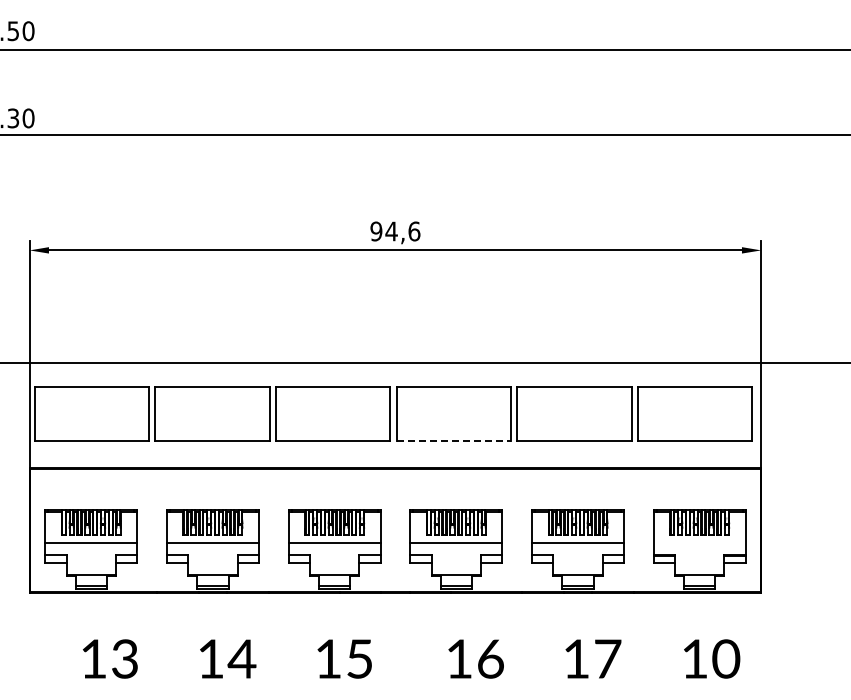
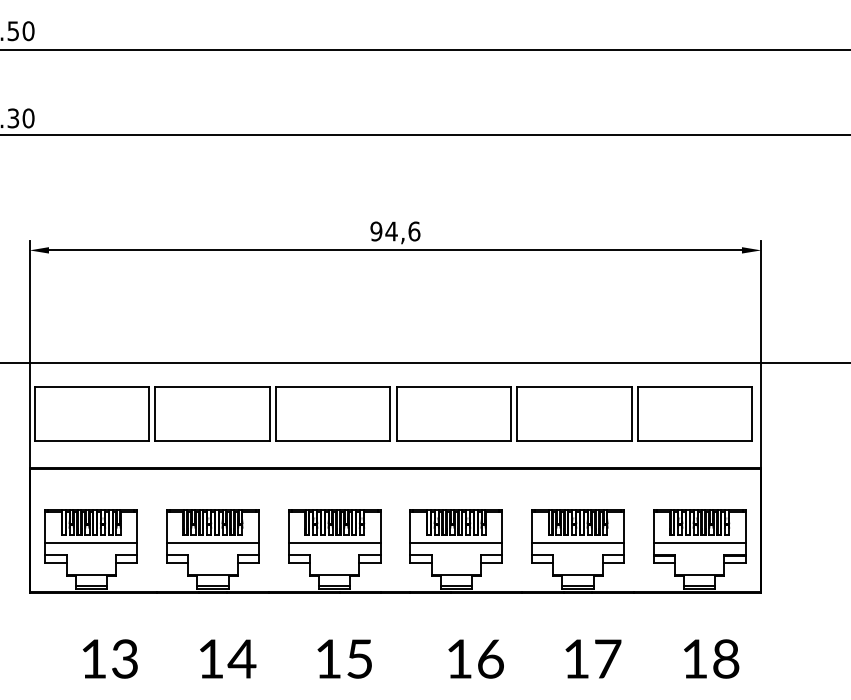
line at (454, 441): dashed -> solid
line at (699, 542): none -> present
text at (726, 659): 10 -> 18
